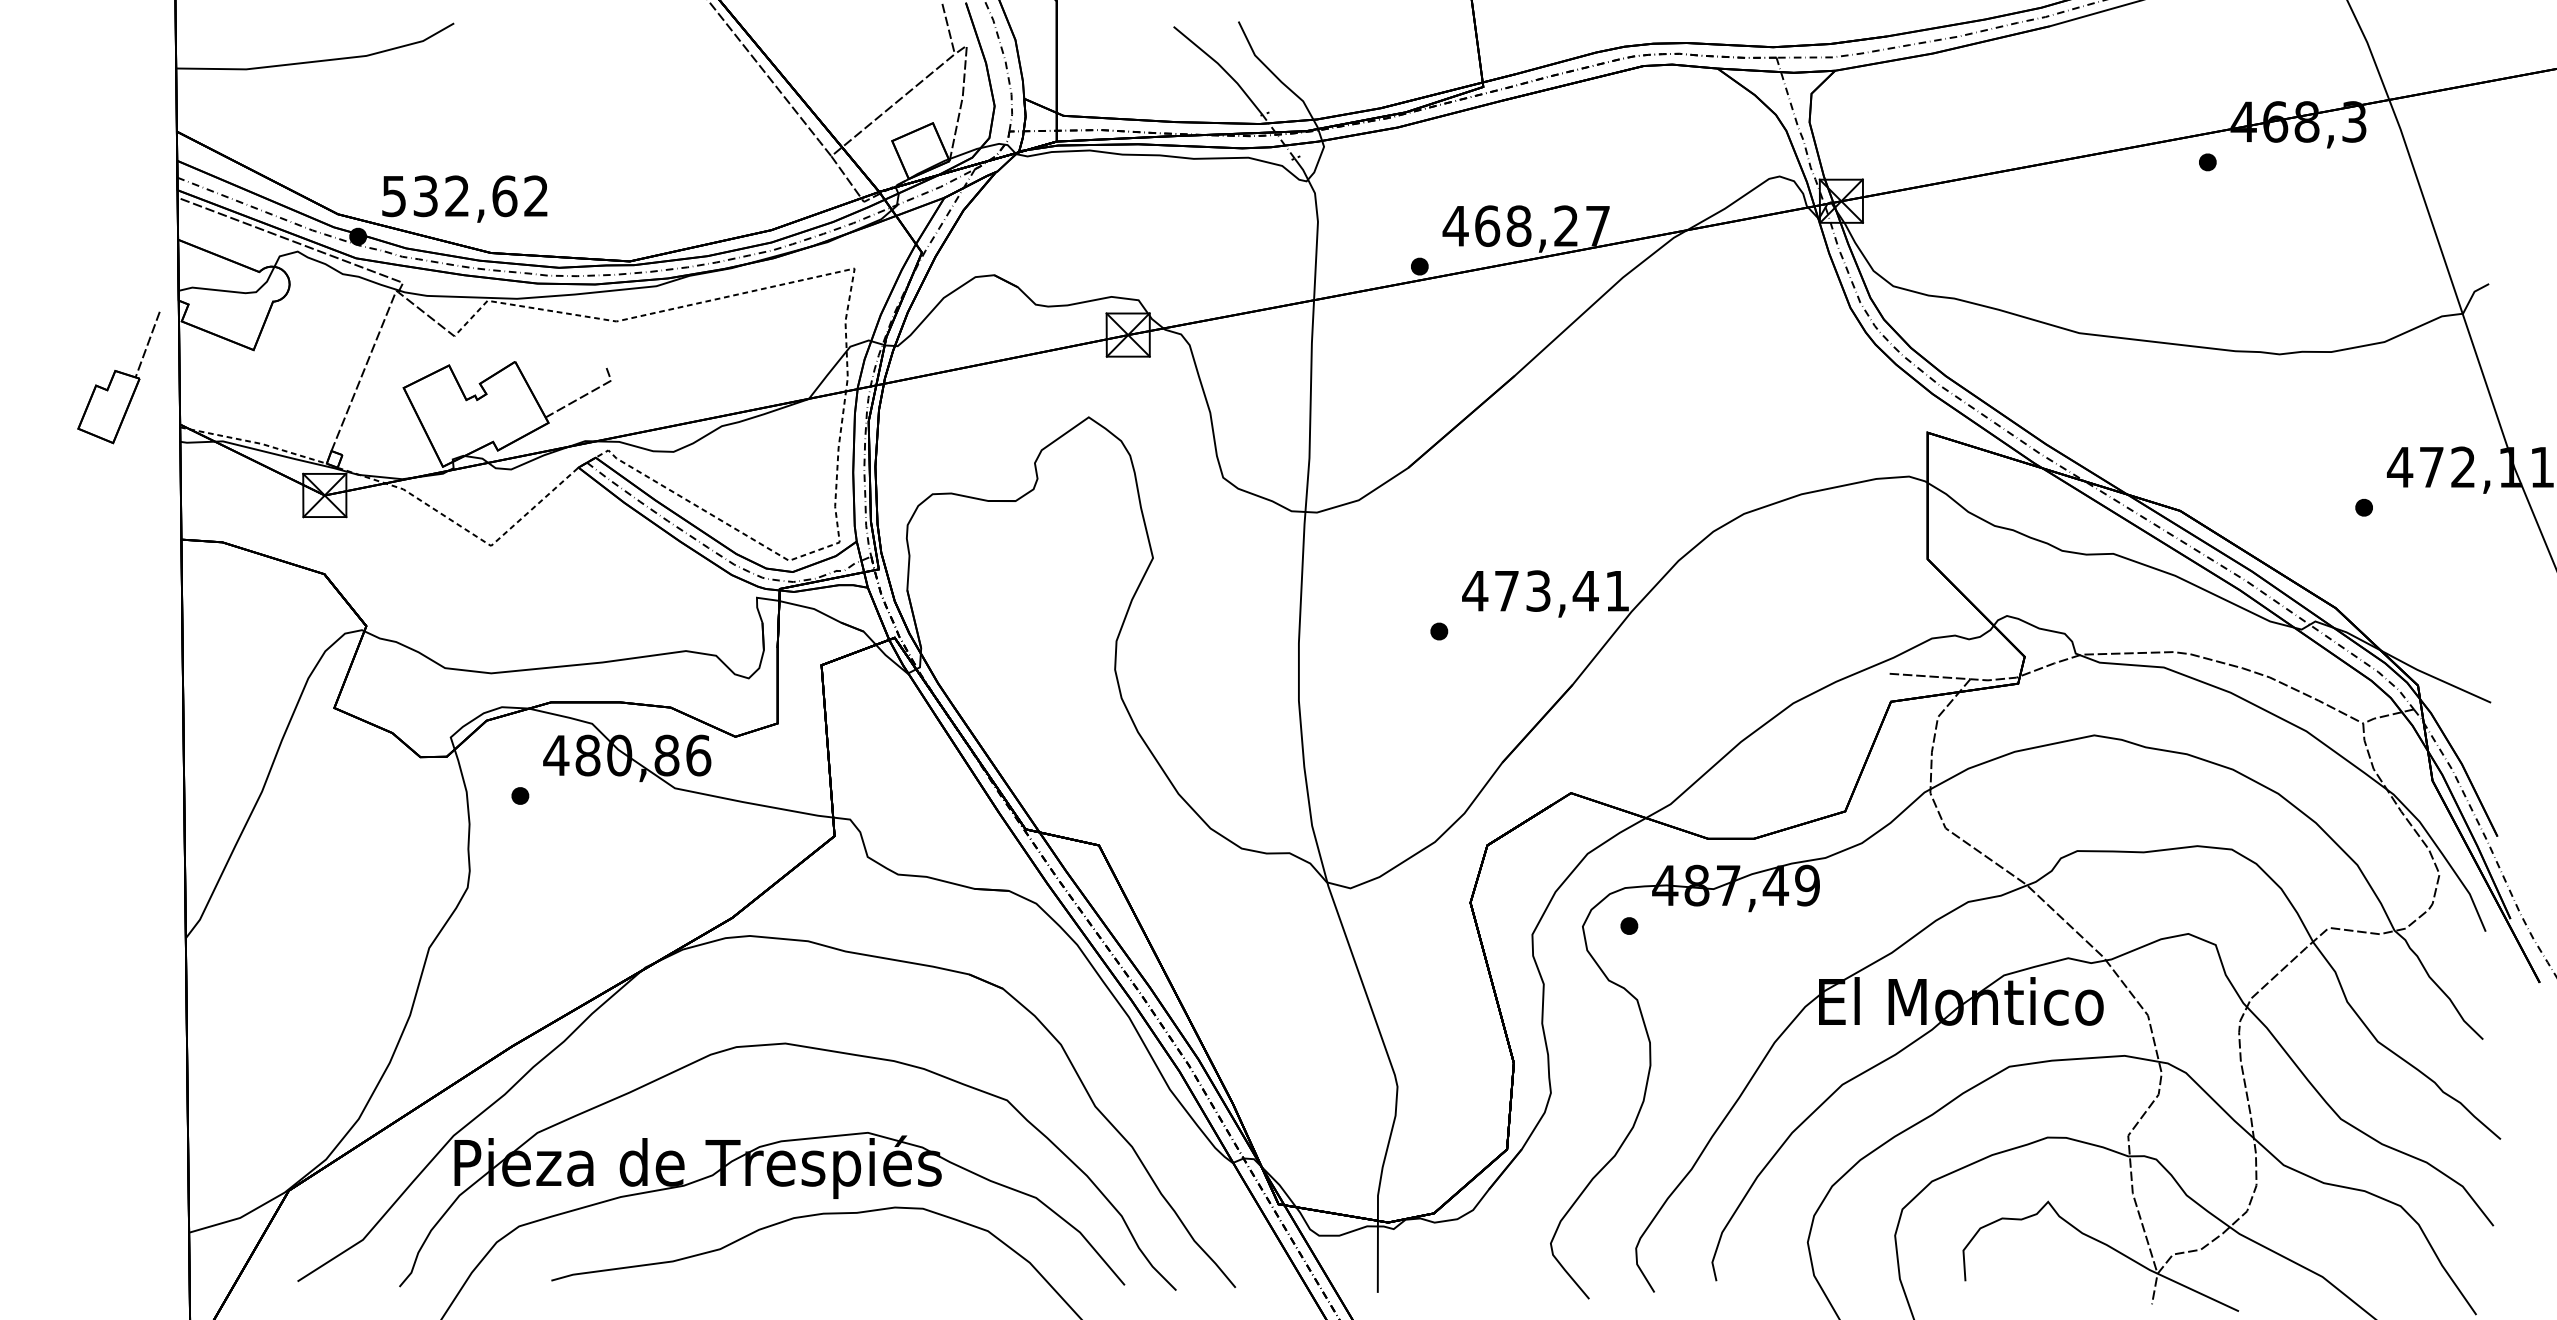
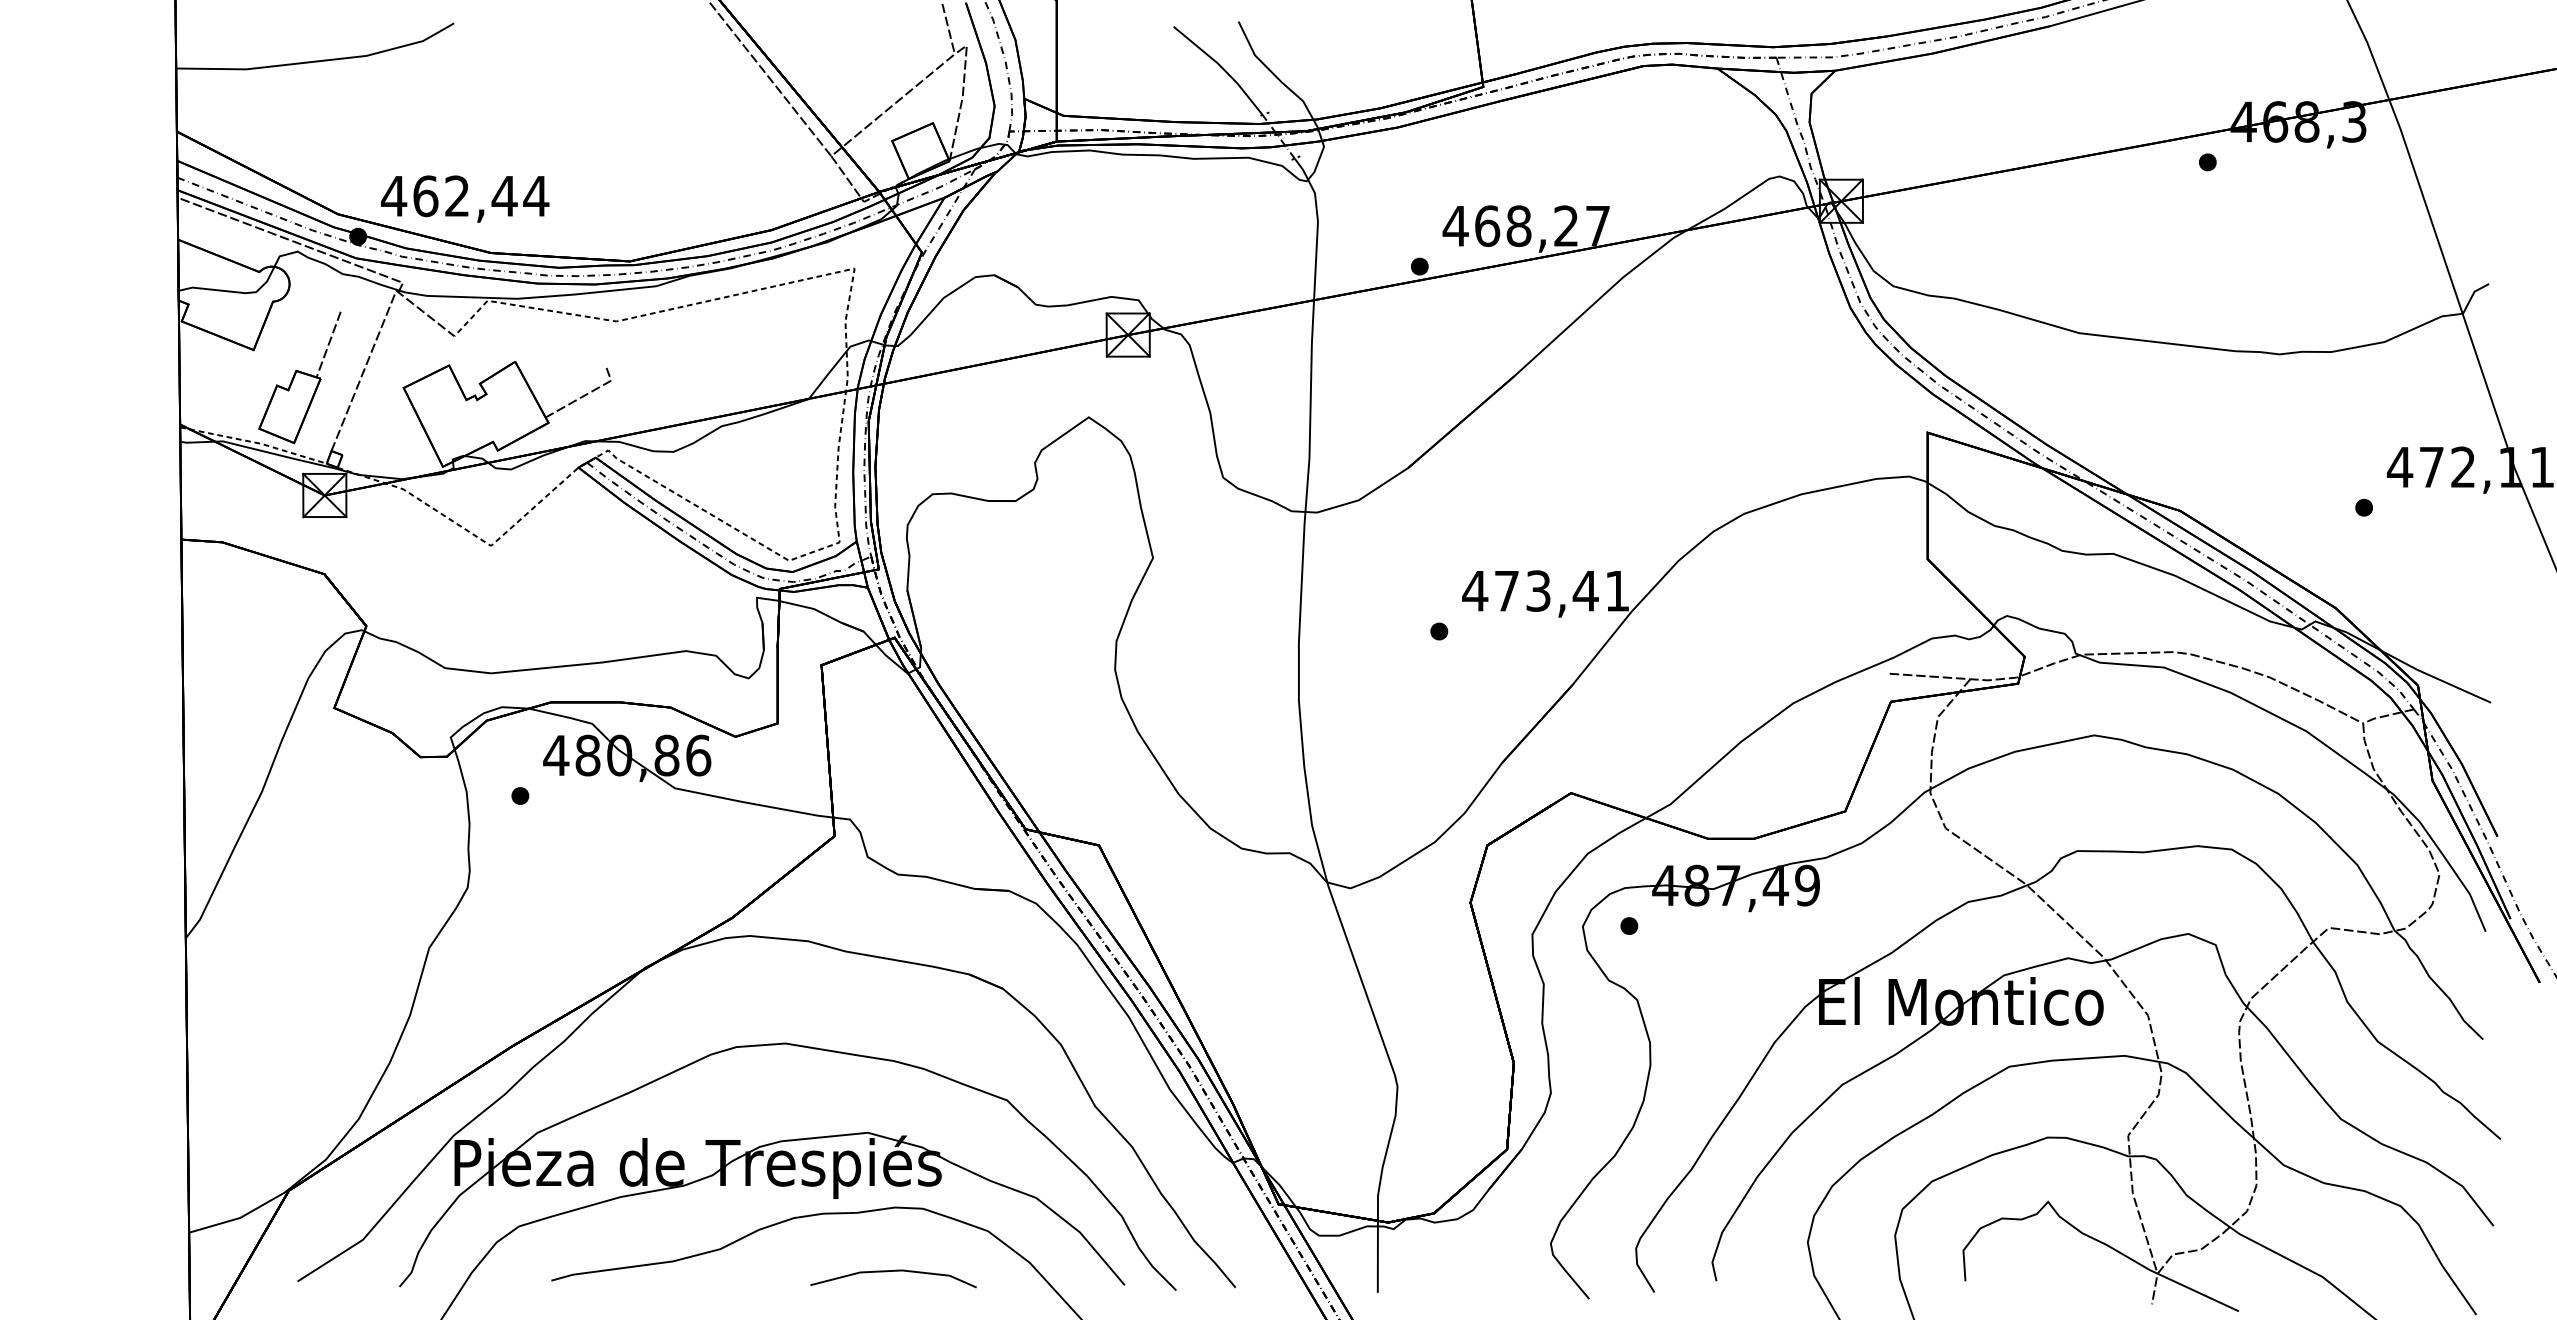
text at (464, 196): 532,62 -> 462,44
part at (118, 377) position: (118, 377) -> (299, 377)
line at (893, 1271): none -> present
